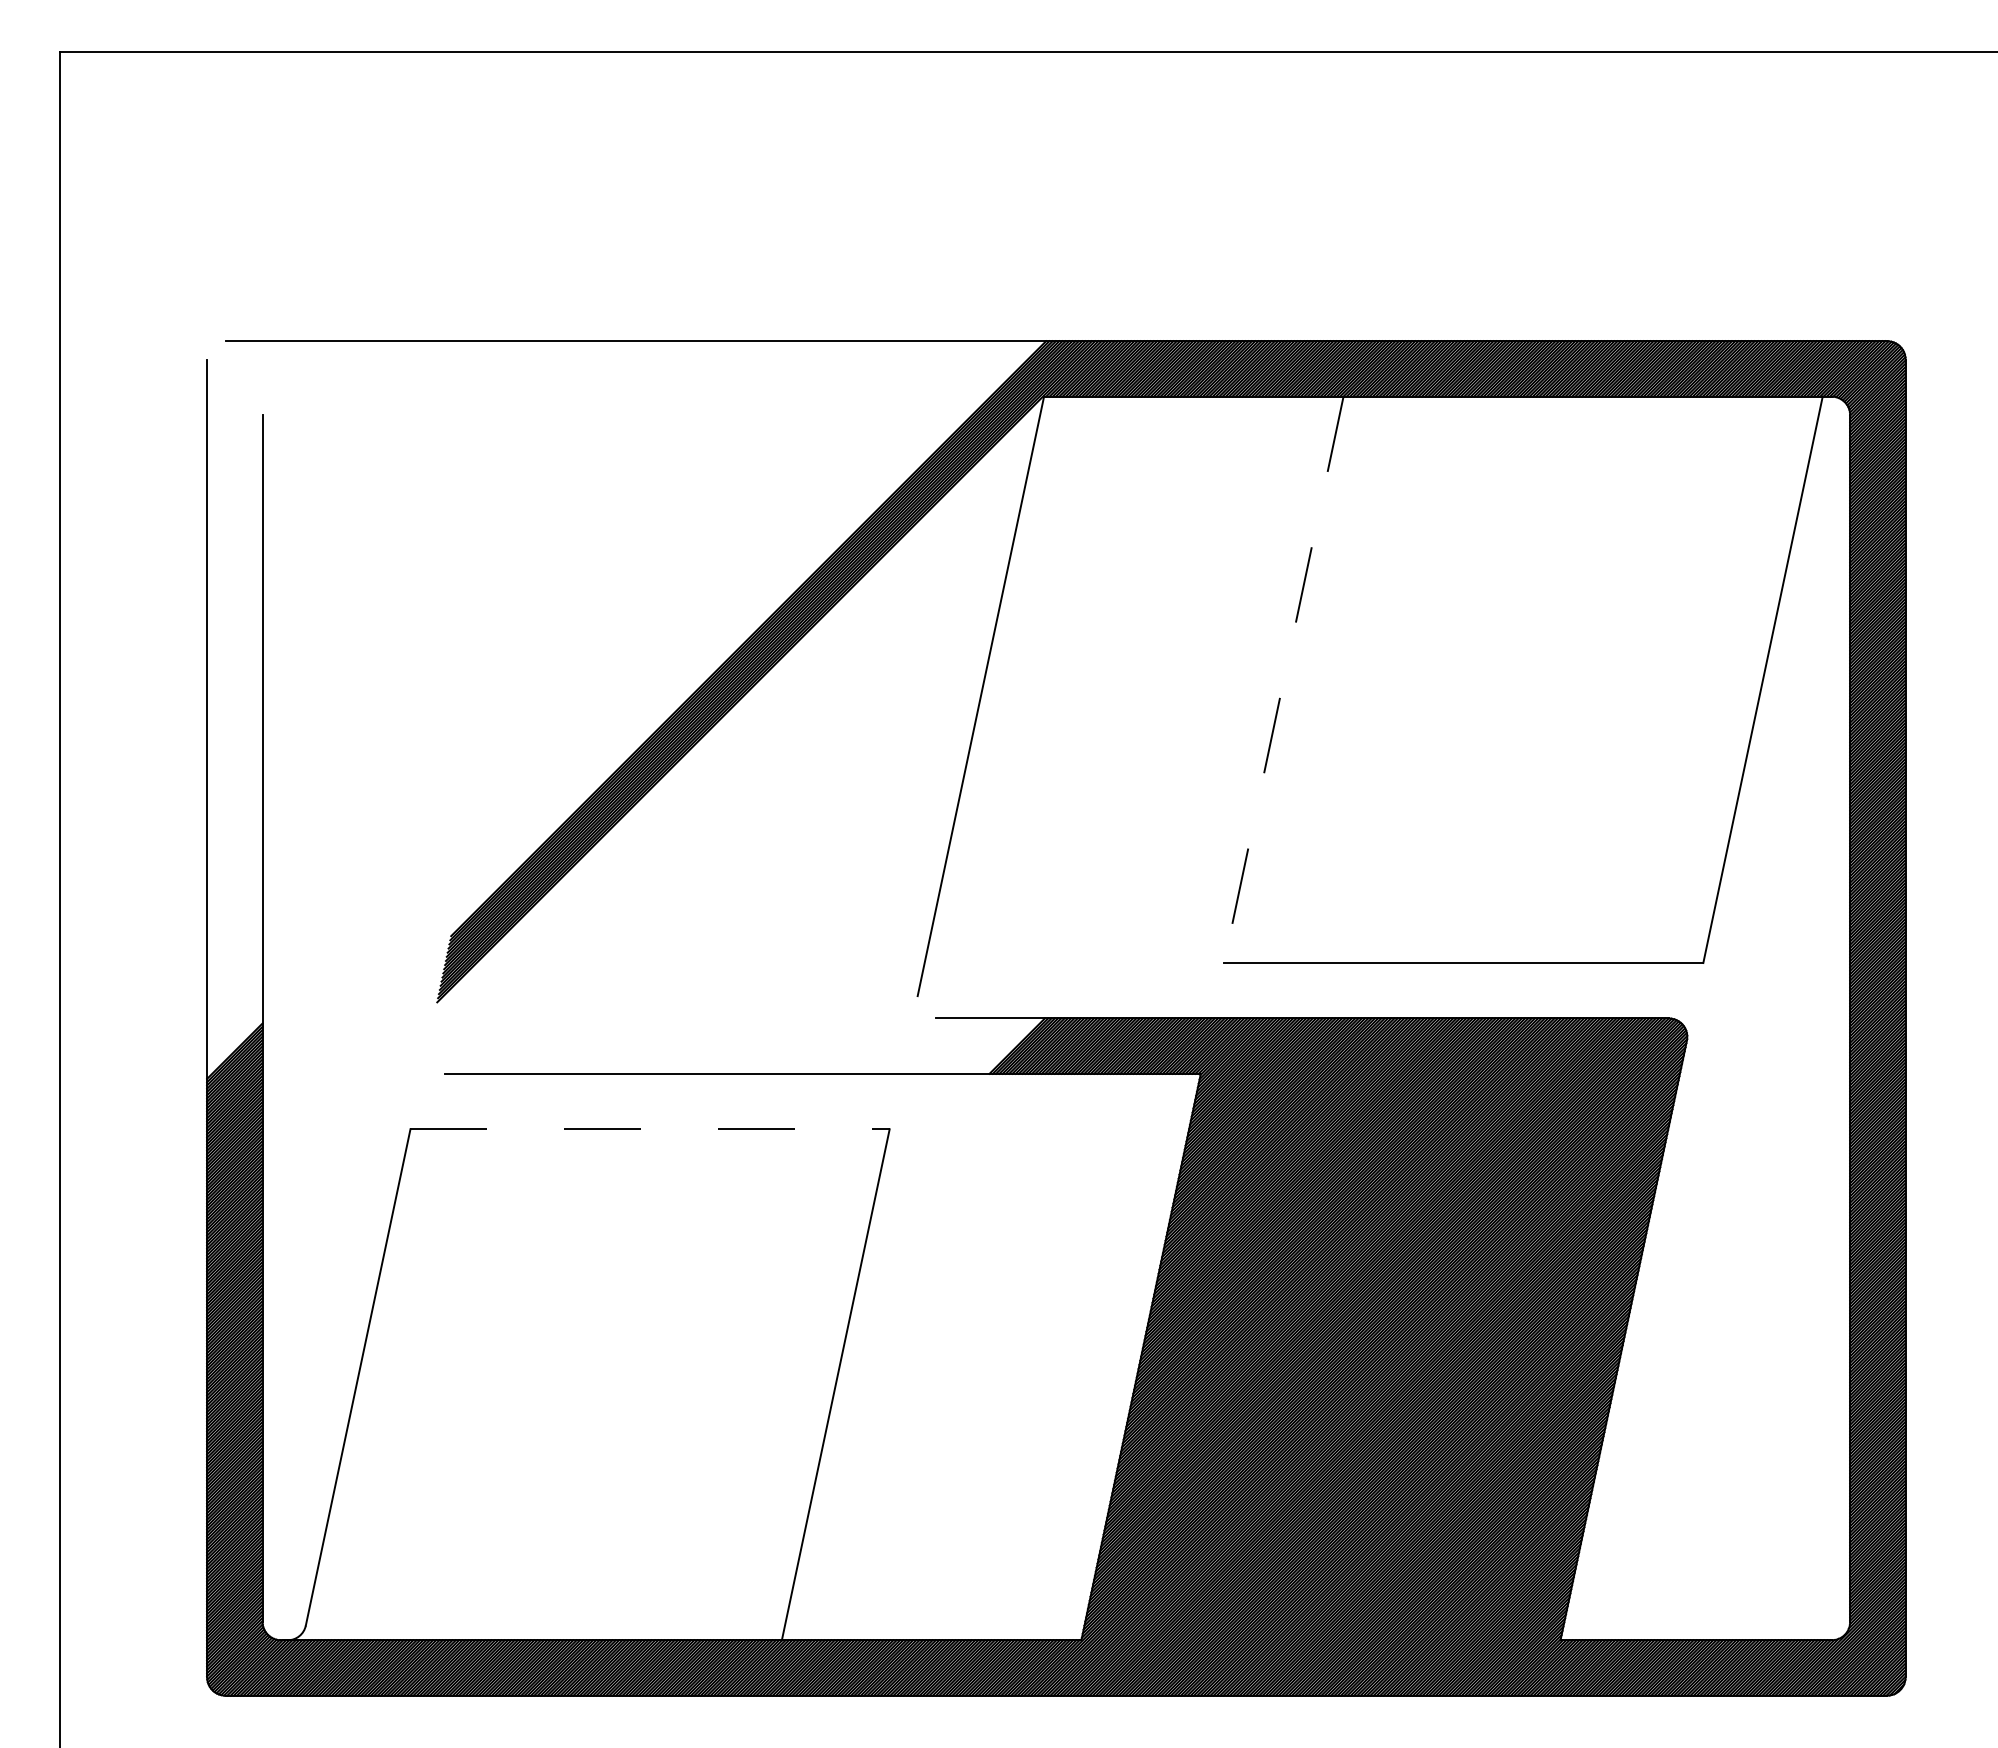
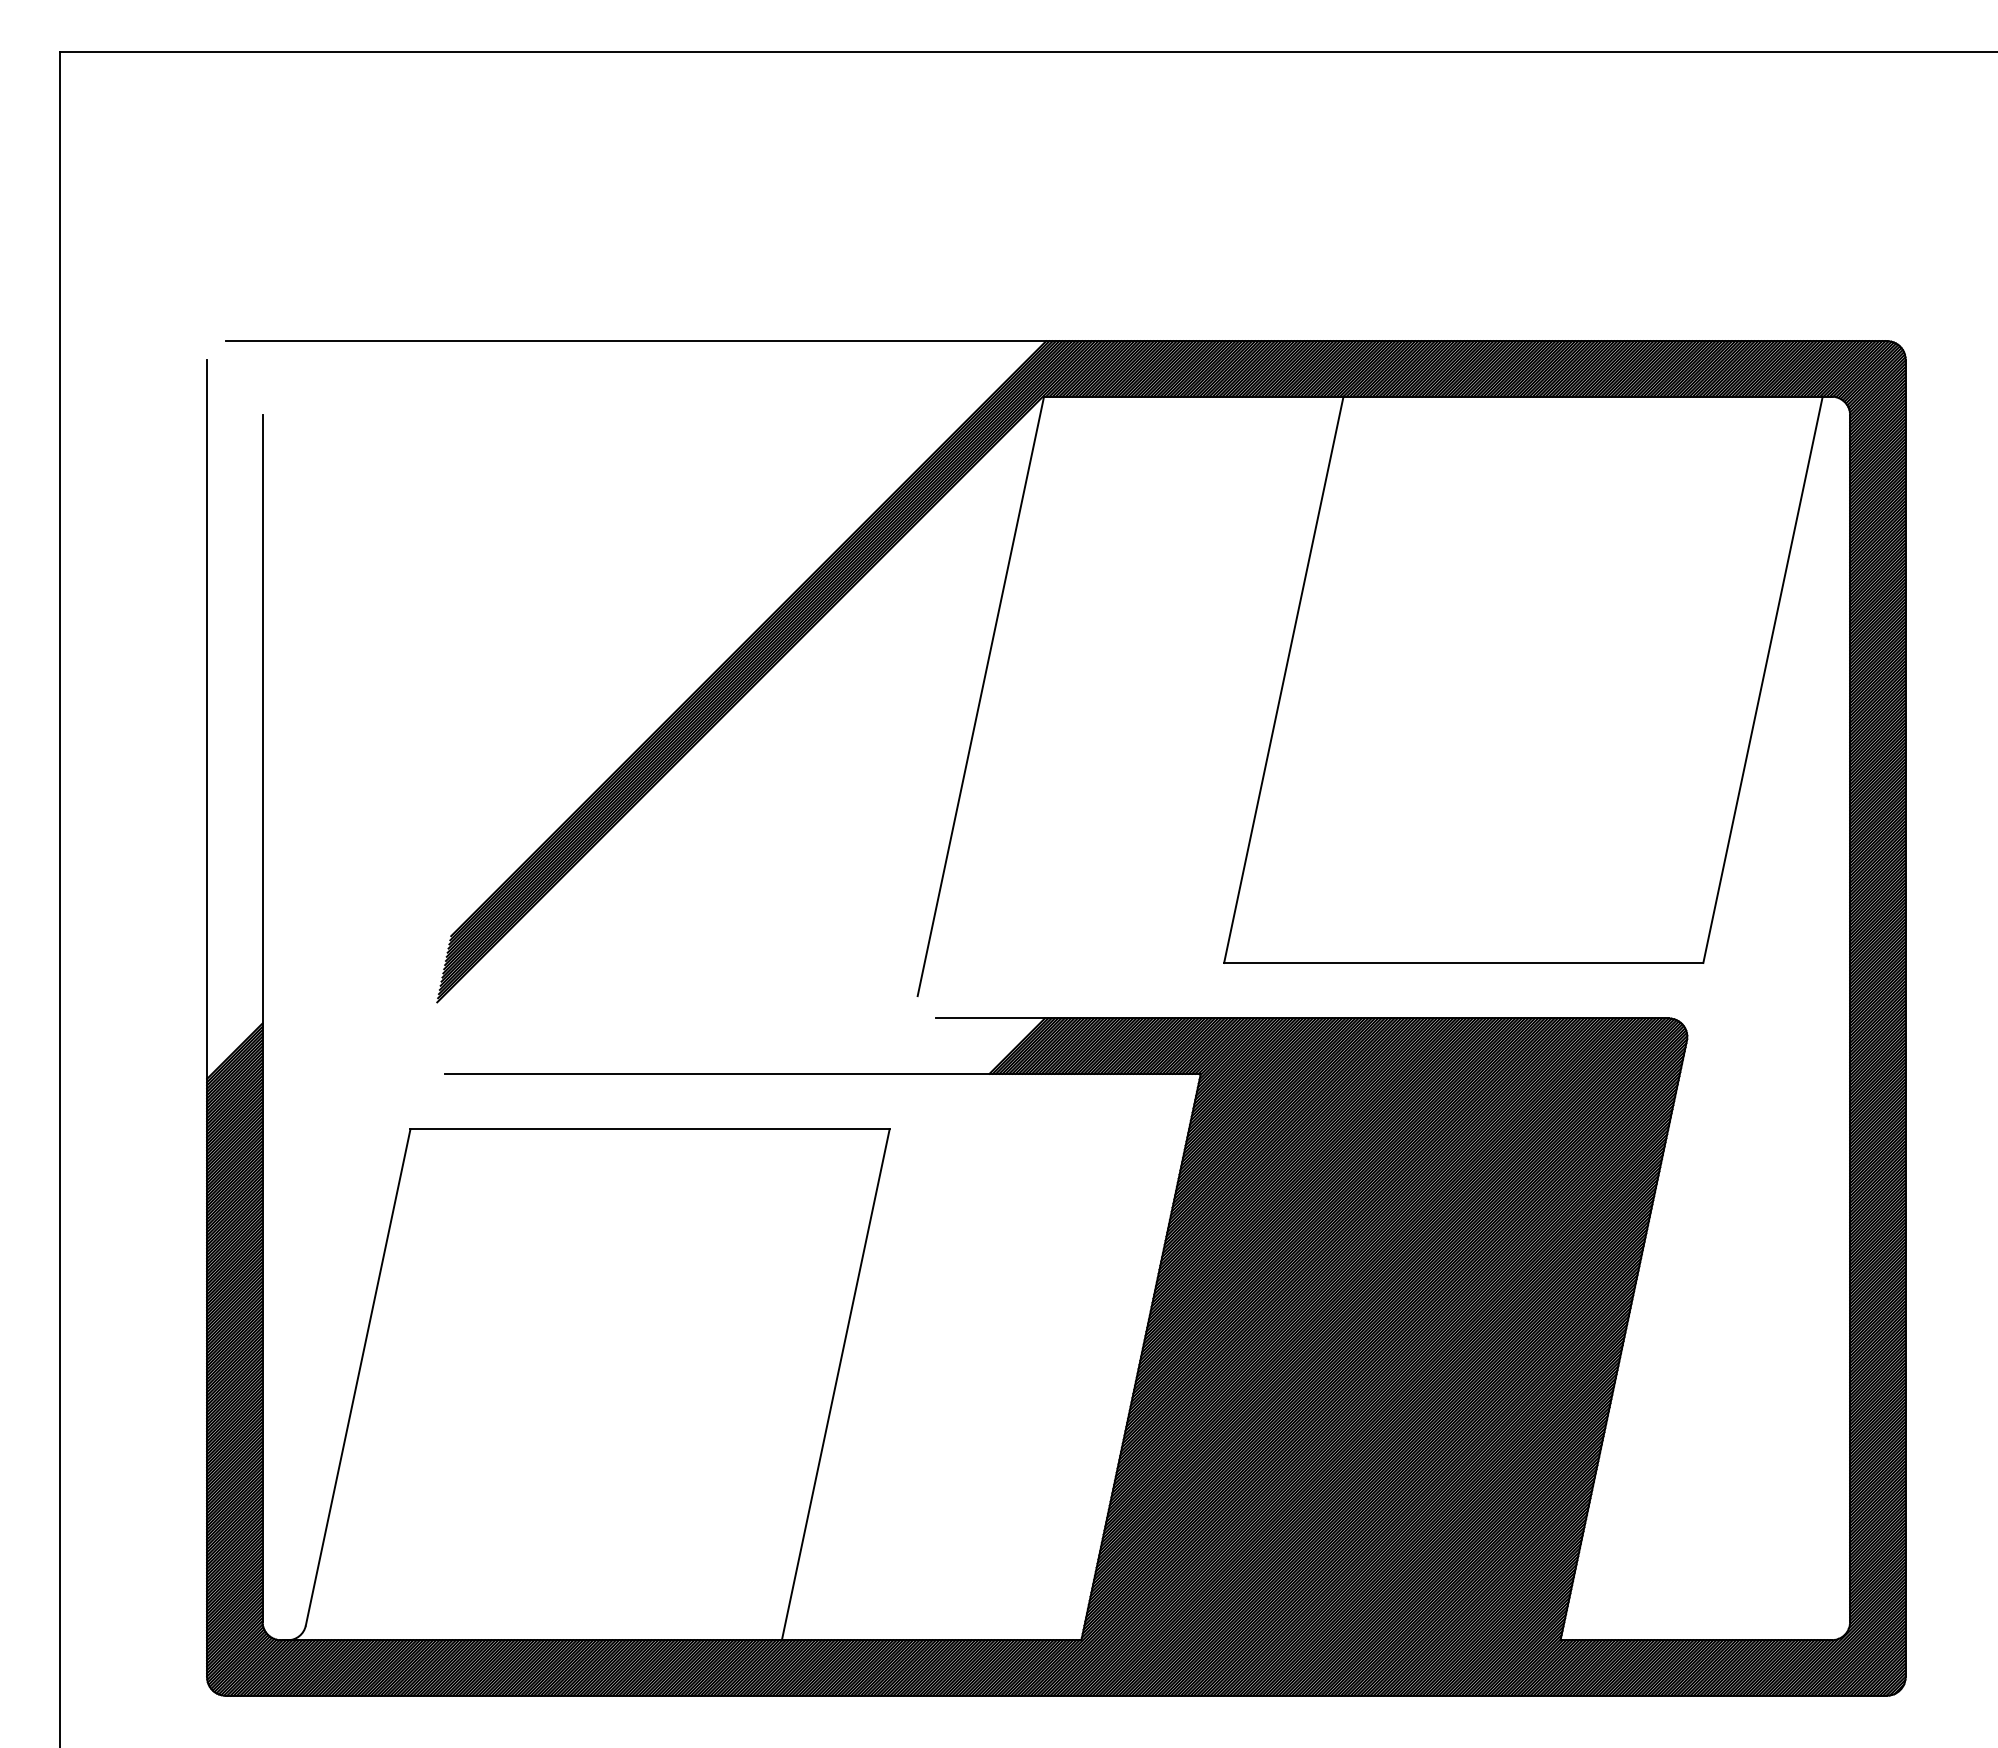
line at (1283, 680): dashed -> solid
line at (650, 1129): dashed -> solid
